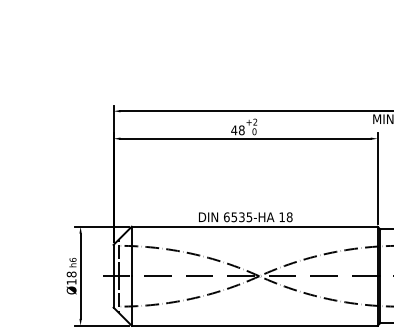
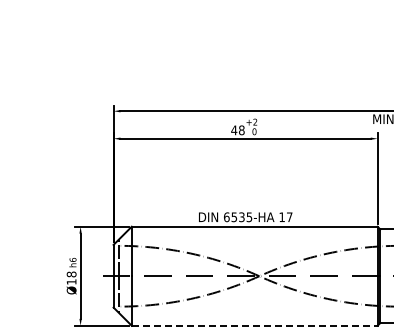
text at (289, 217): 18 -> 17
line at (254, 325): solid -> dashed
